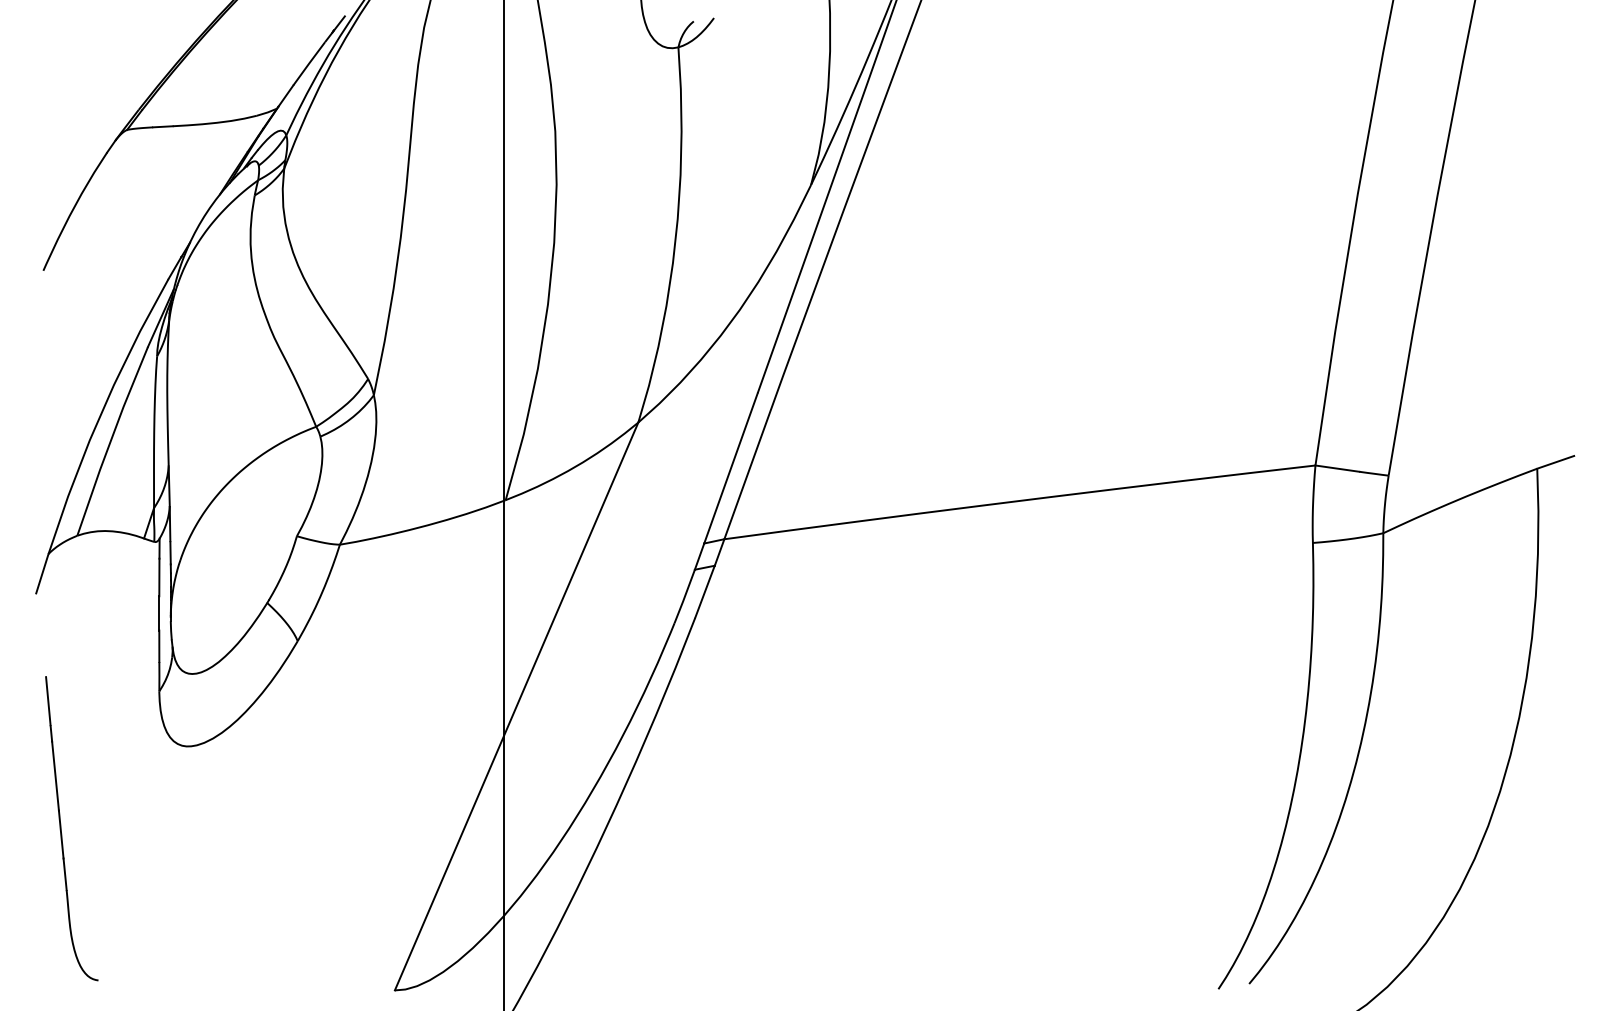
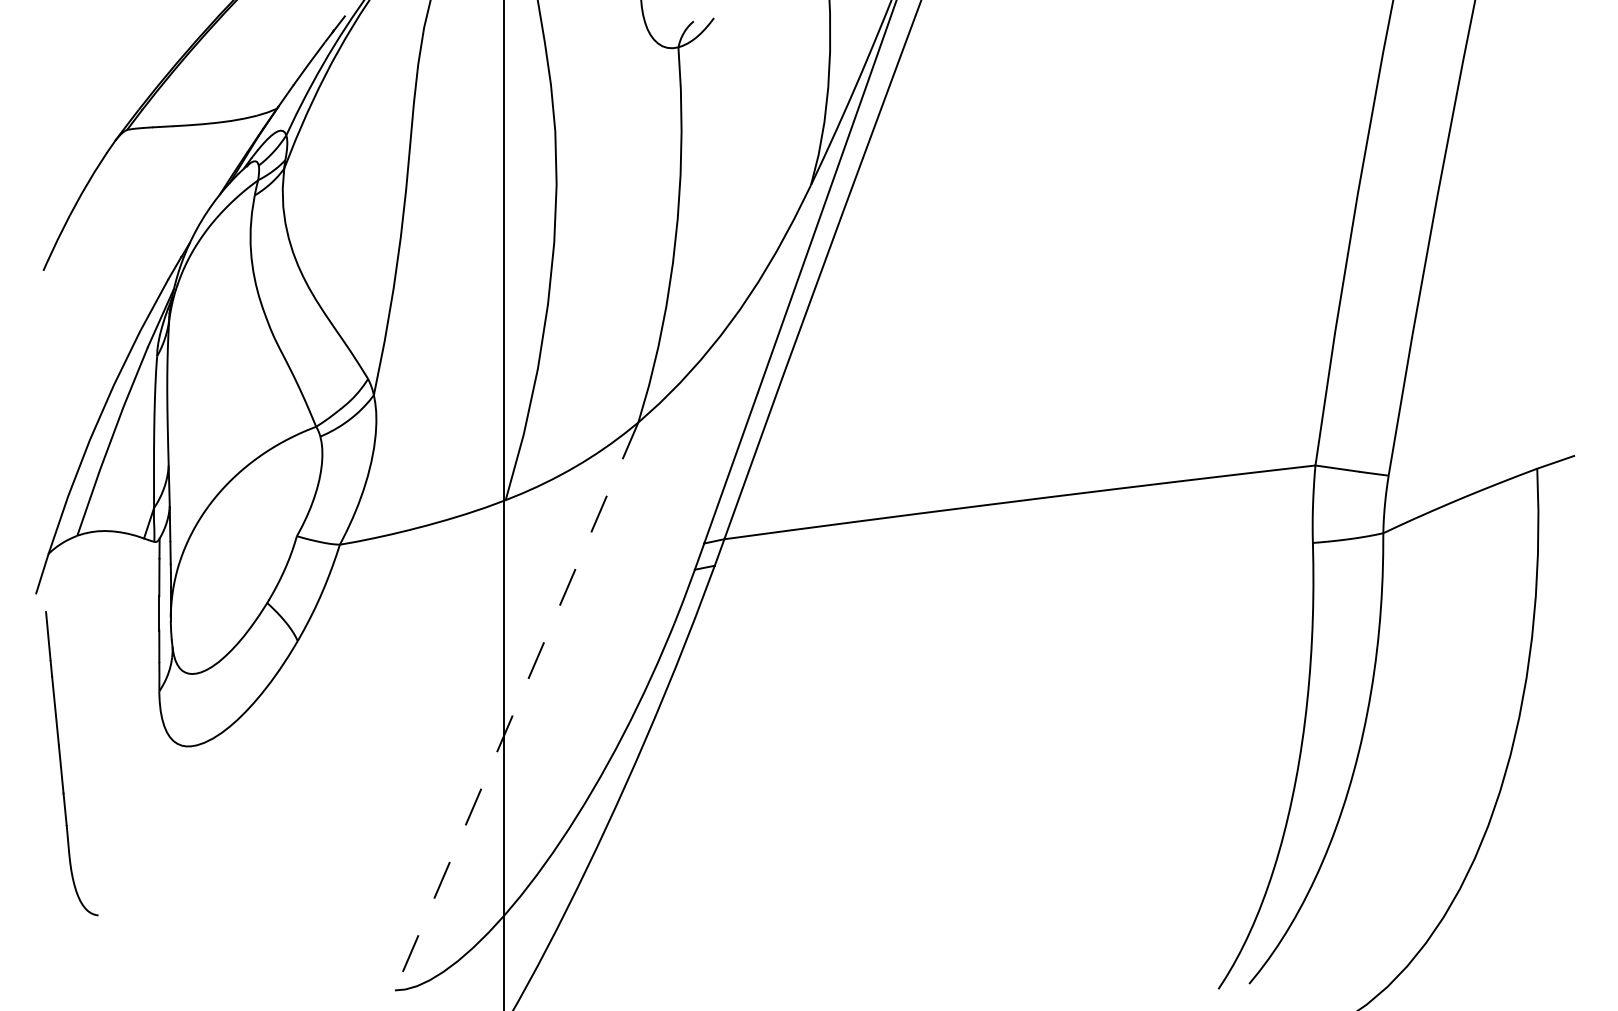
line at (516, 706): solid -> dashed
part at (61, 828) position: (61, 828) -> (61, 763)
